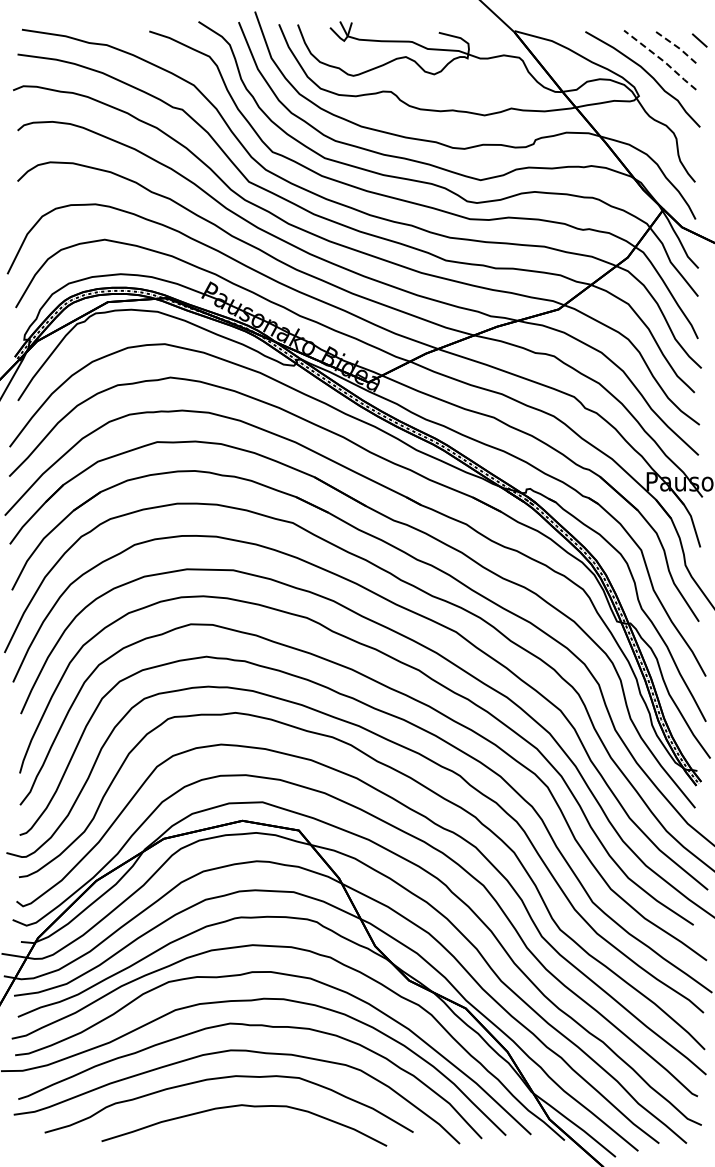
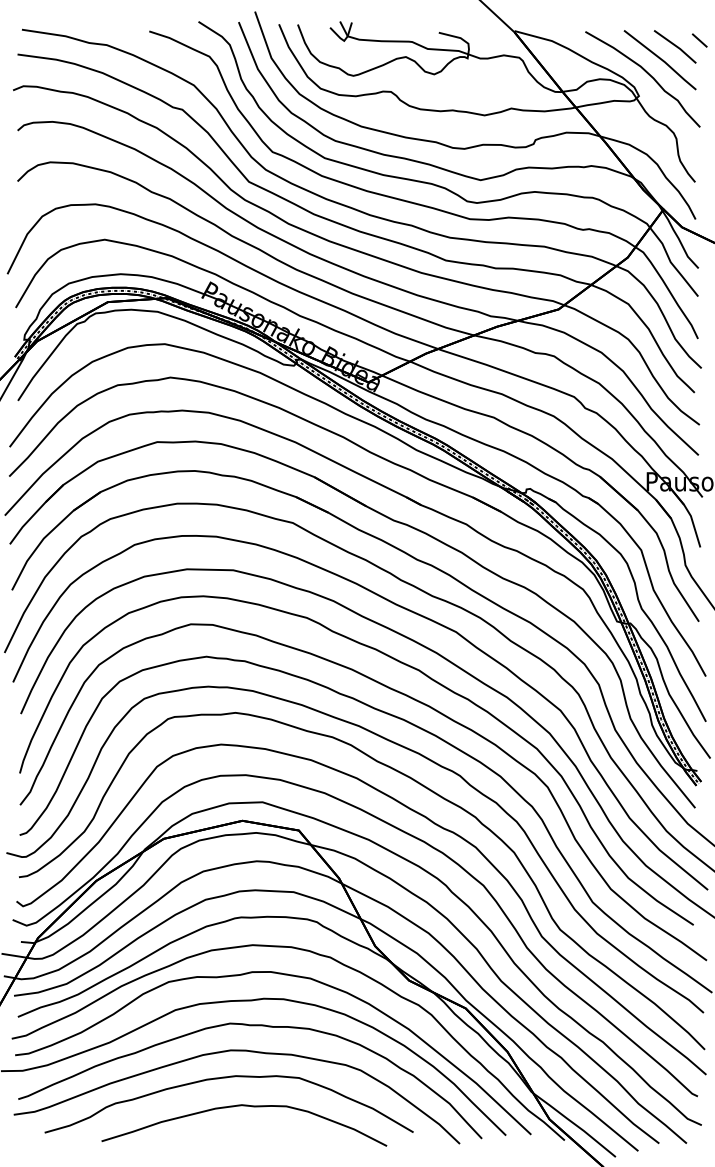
line at (676, 46): dashed -> solid
line at (661, 59): dashed -> solid
